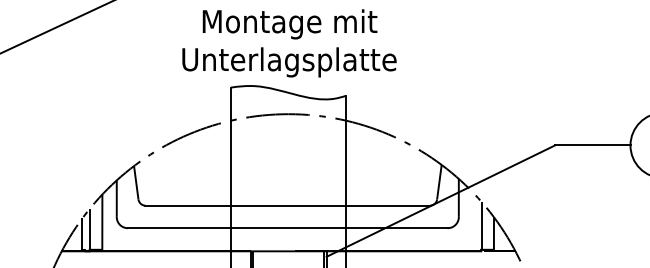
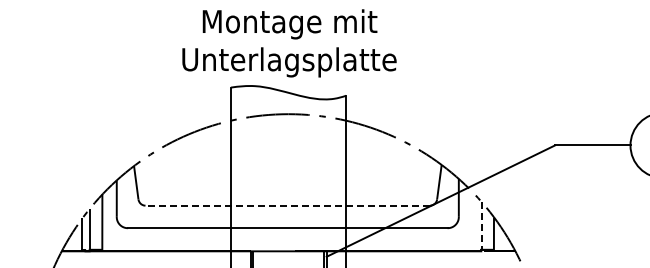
line at (56, 27): present -> none
line at (287, 205): solid -> dashed
line at (481, 225): solid -> dashed
